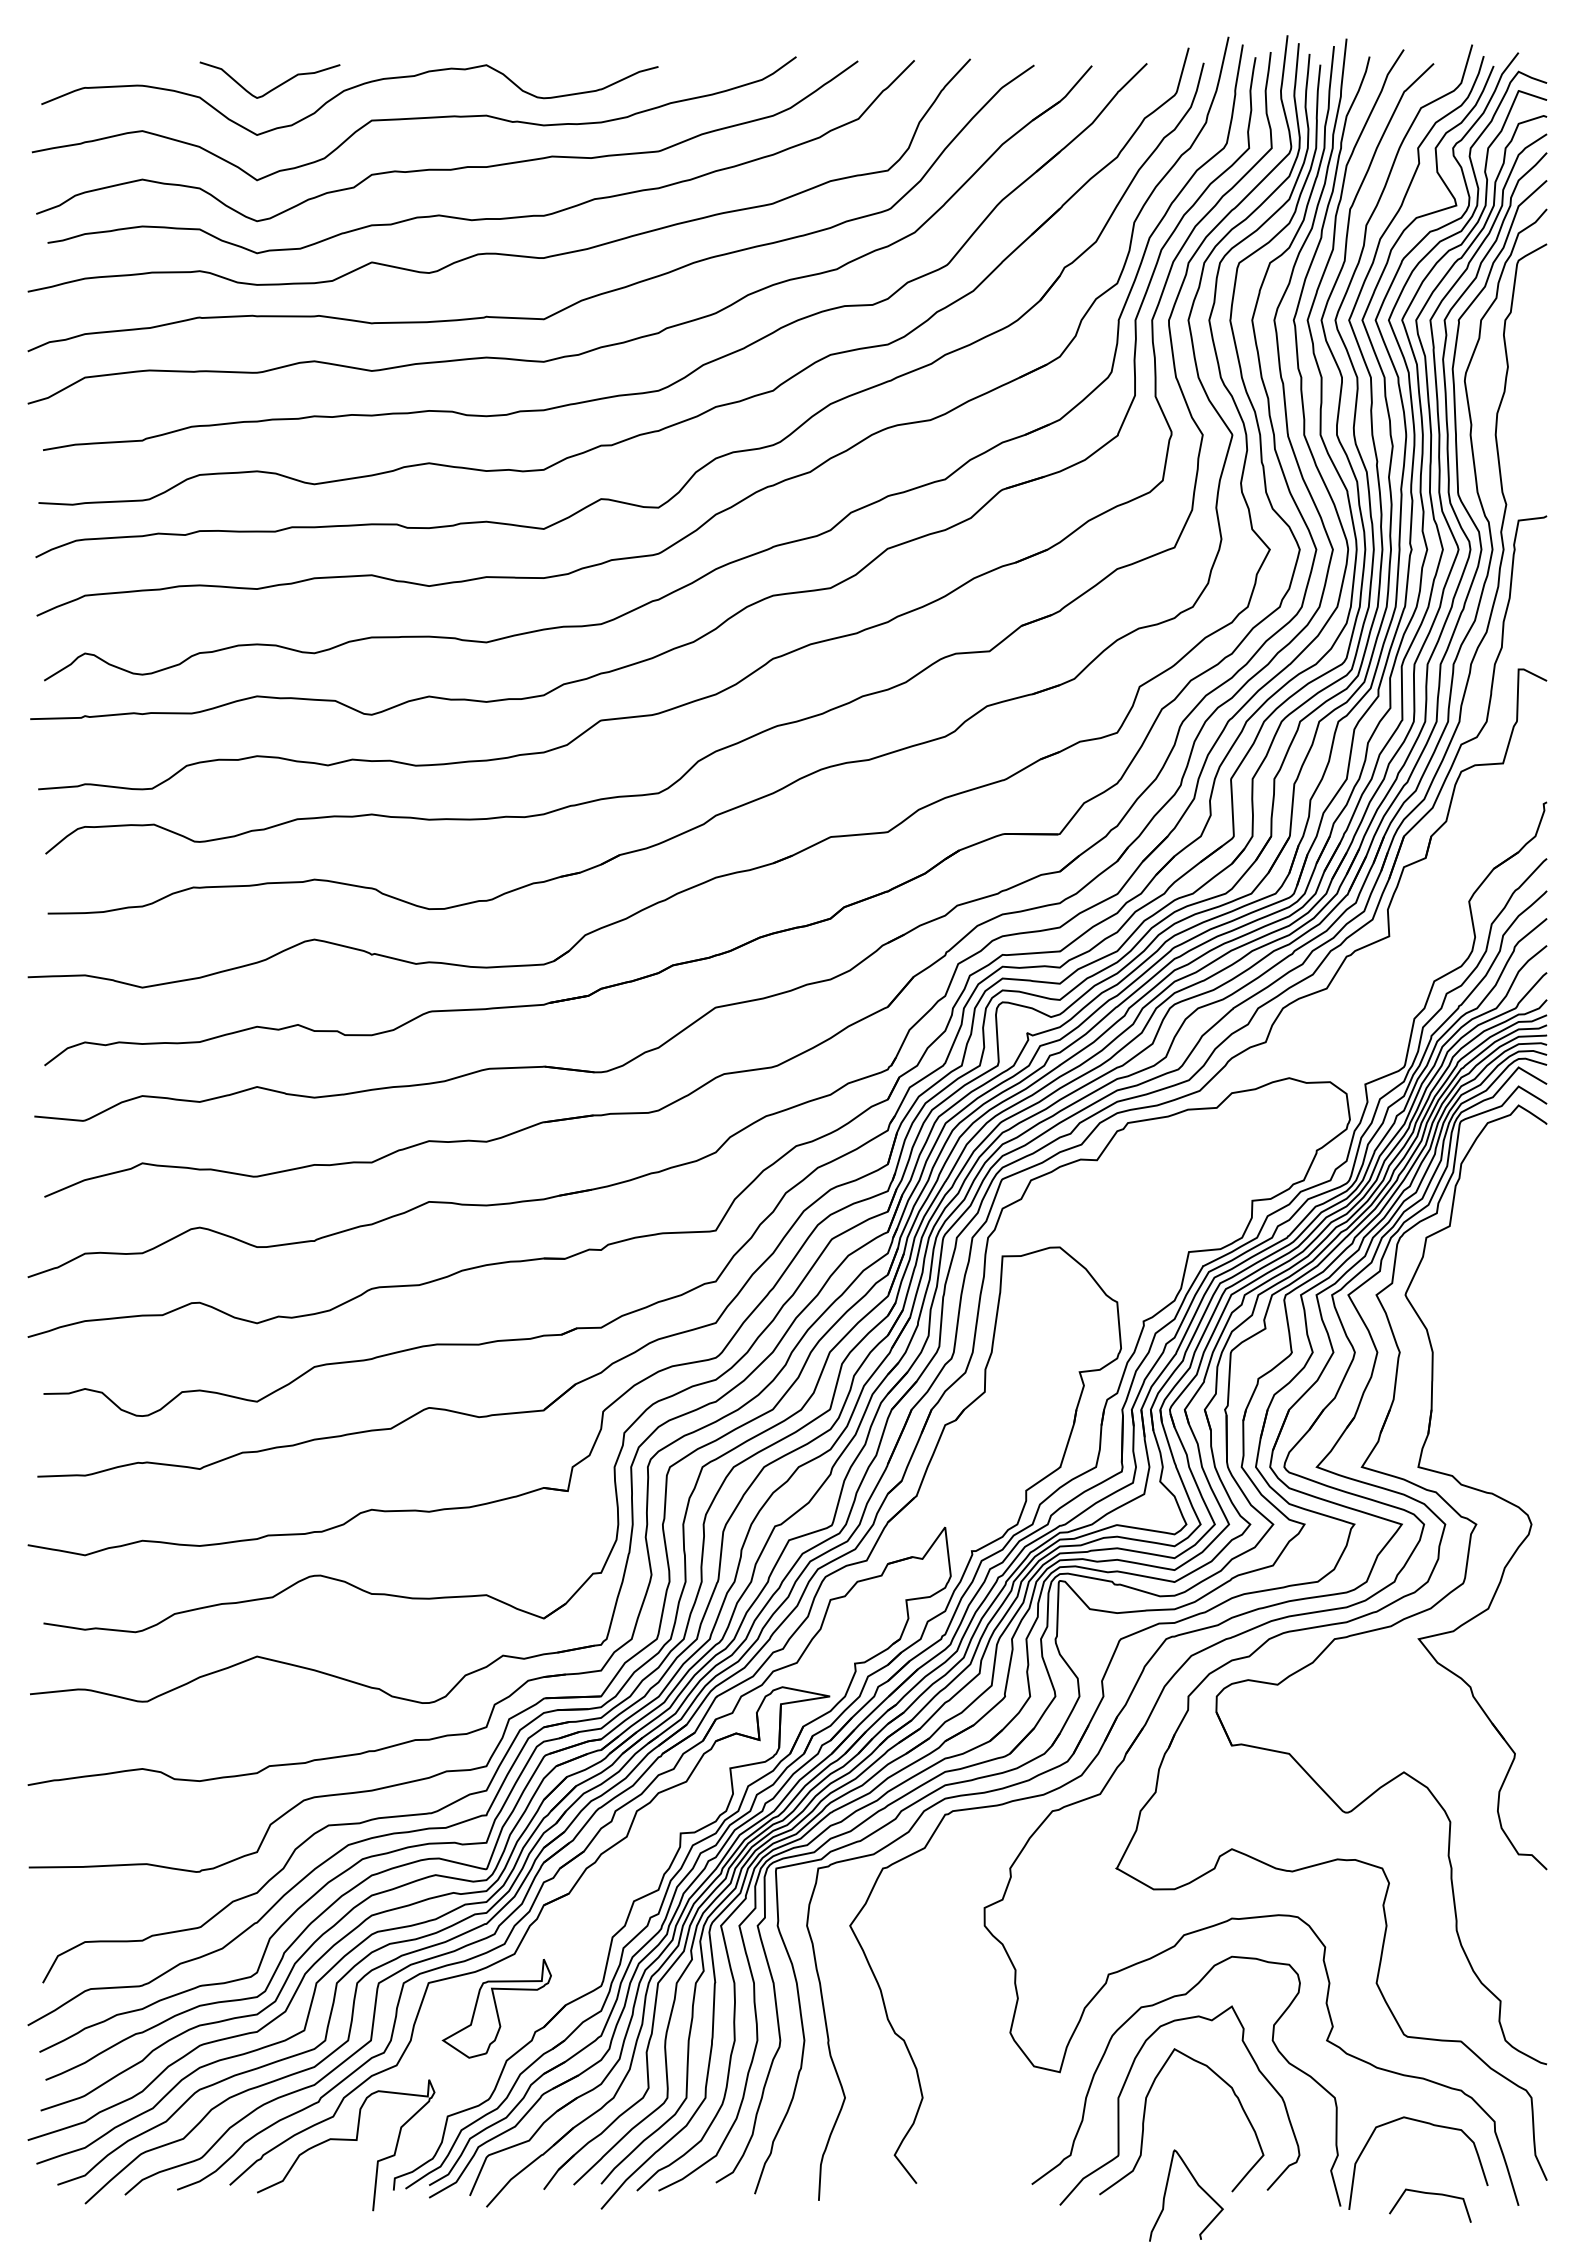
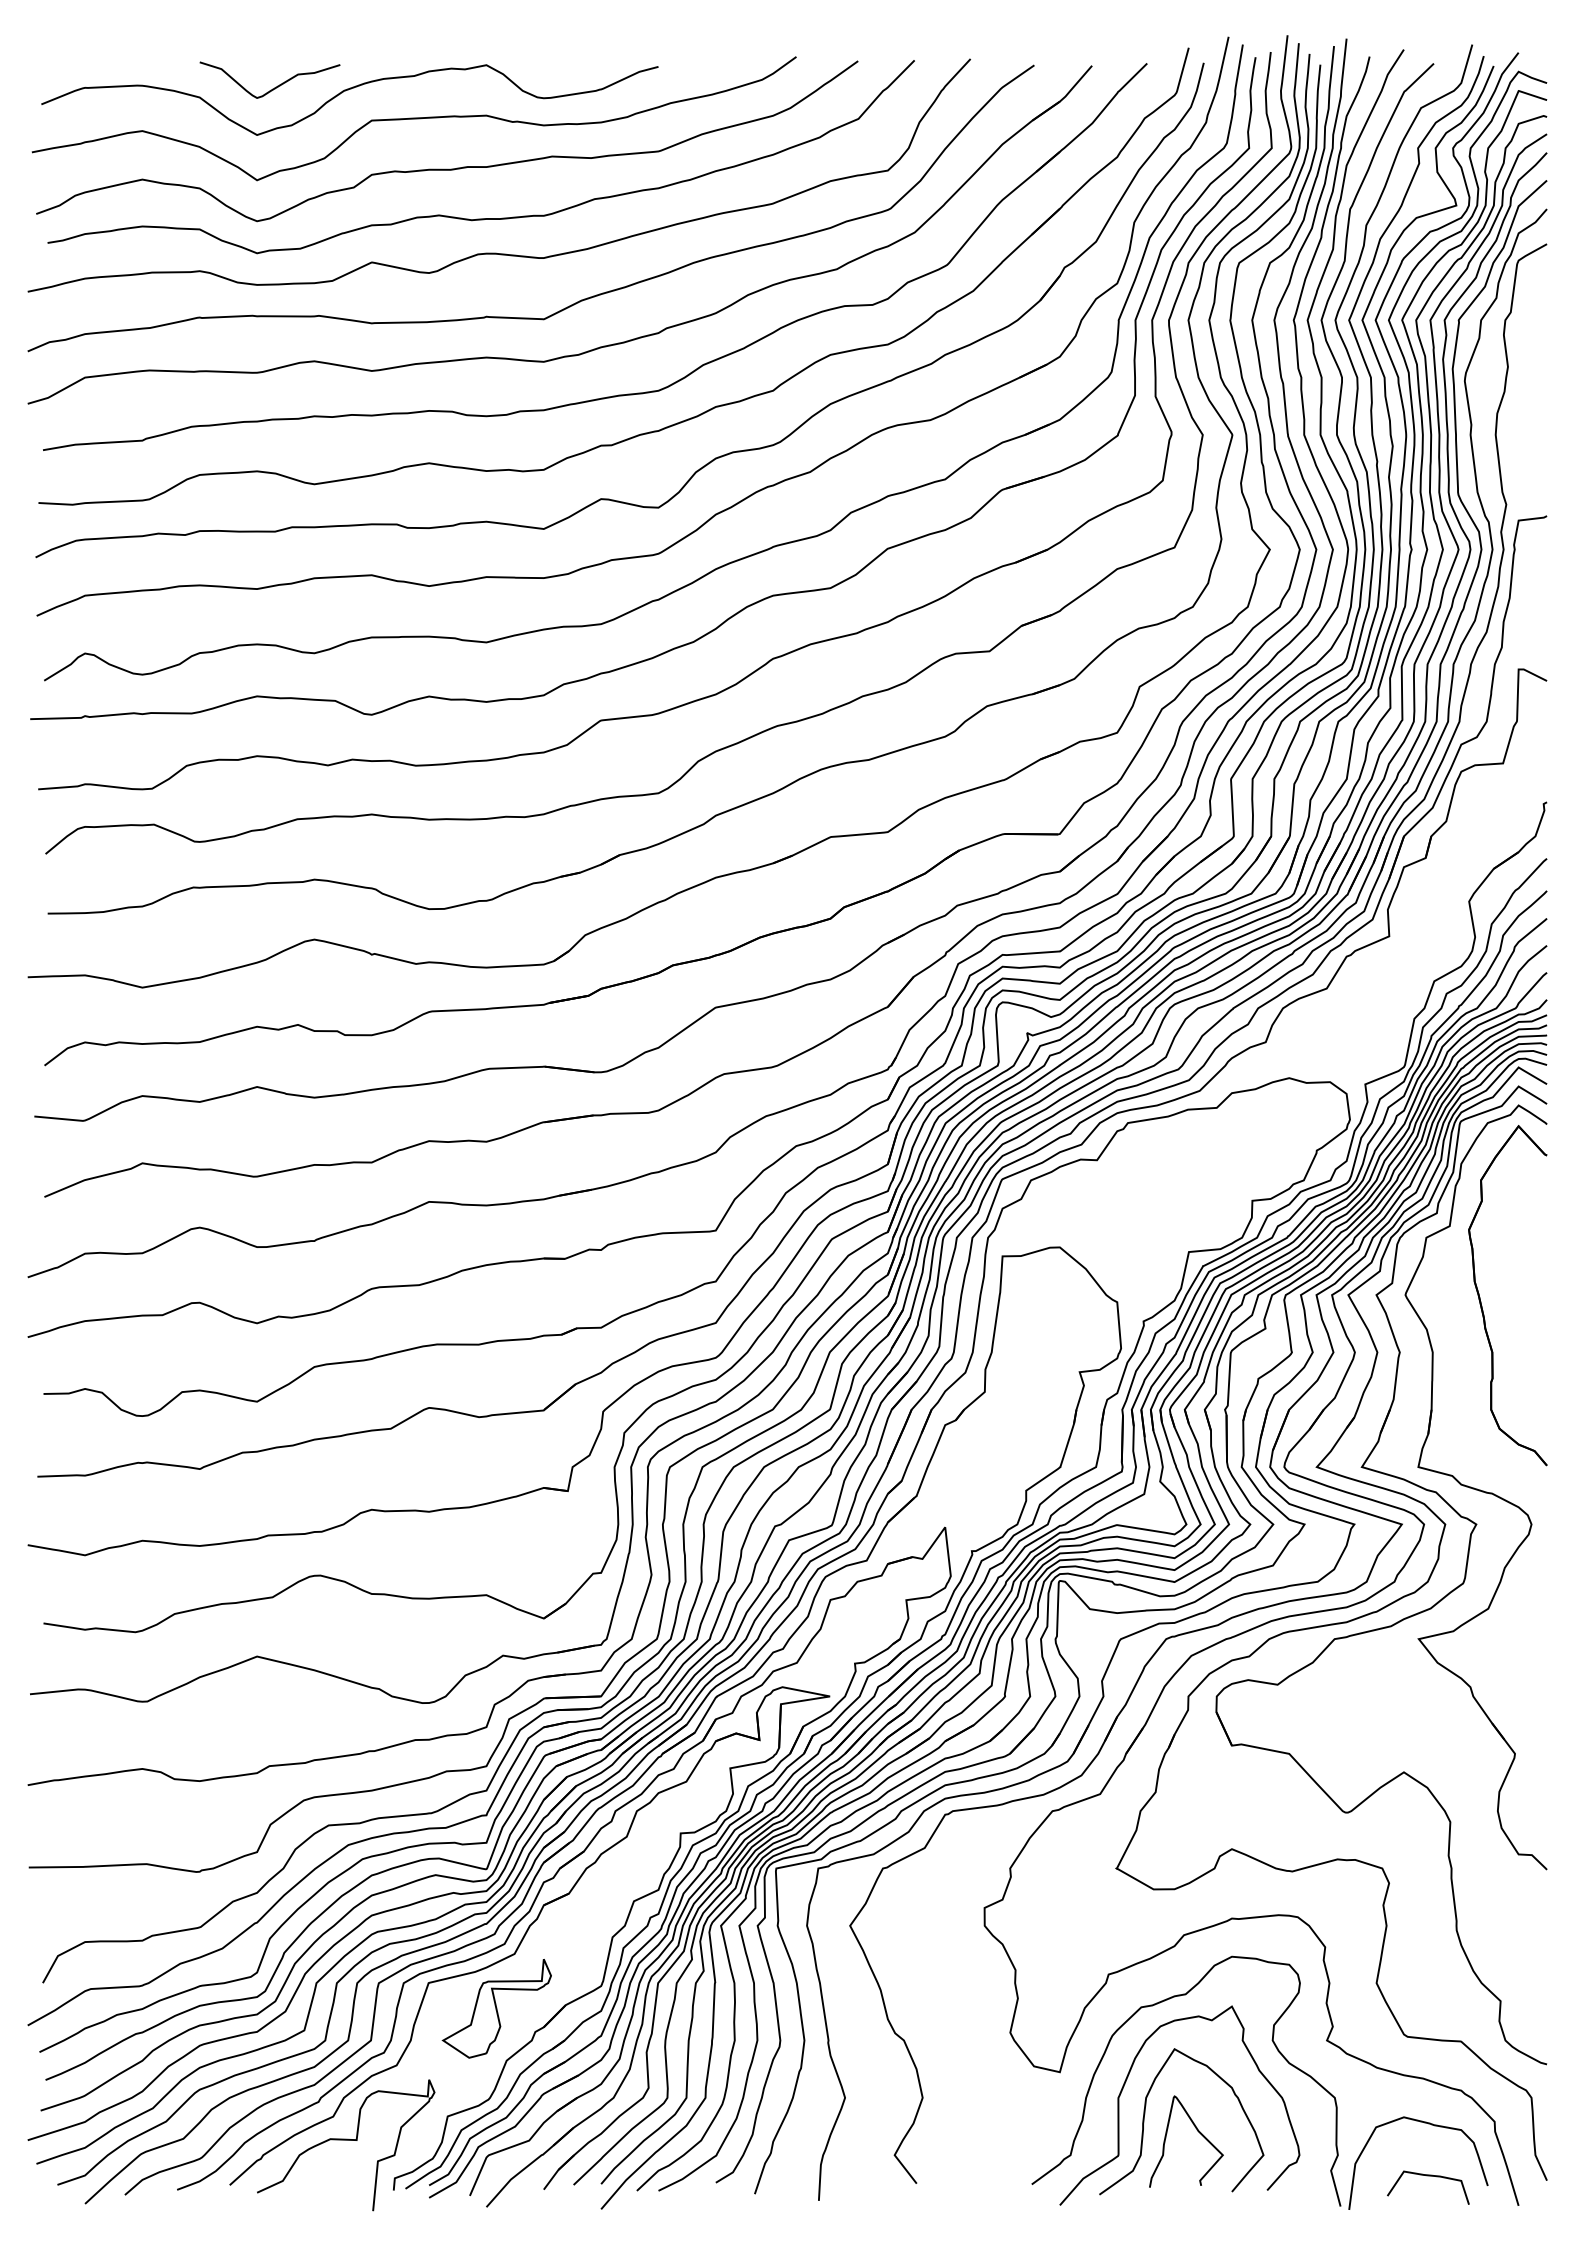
part at (1481, 1301): none -> present
curve at (1197, 2185) position: (1197, 2185) -> (1197, 2131)
curve at (1430, 2194) position: (1430, 2194) -> (1428, 2176)
